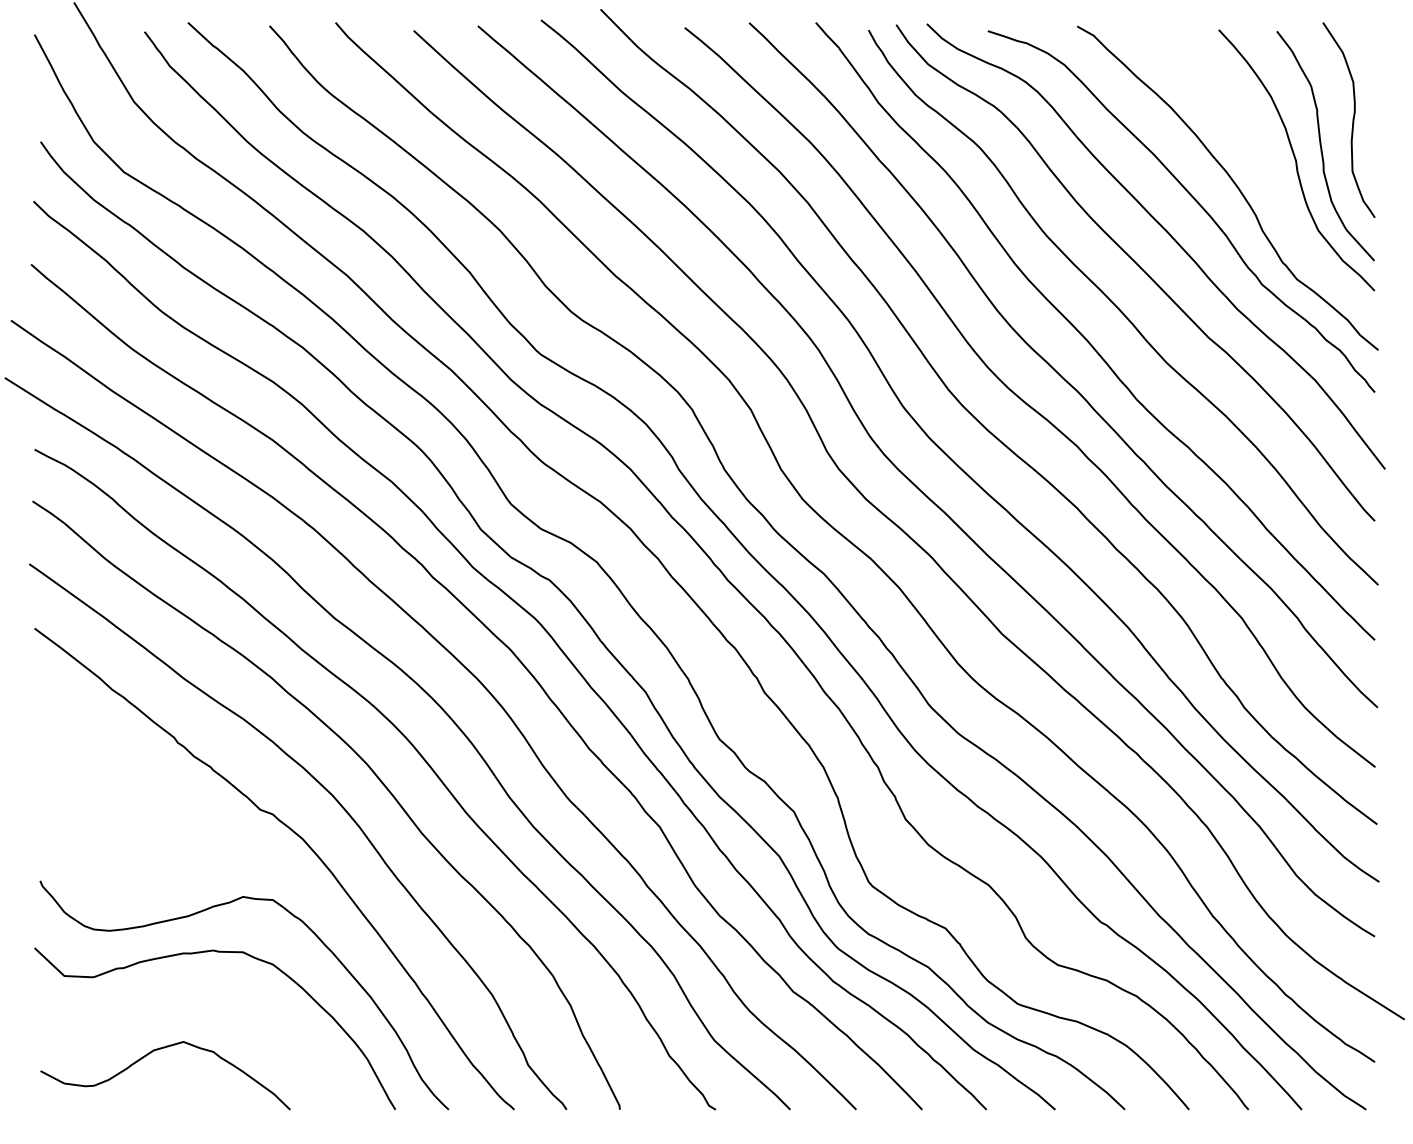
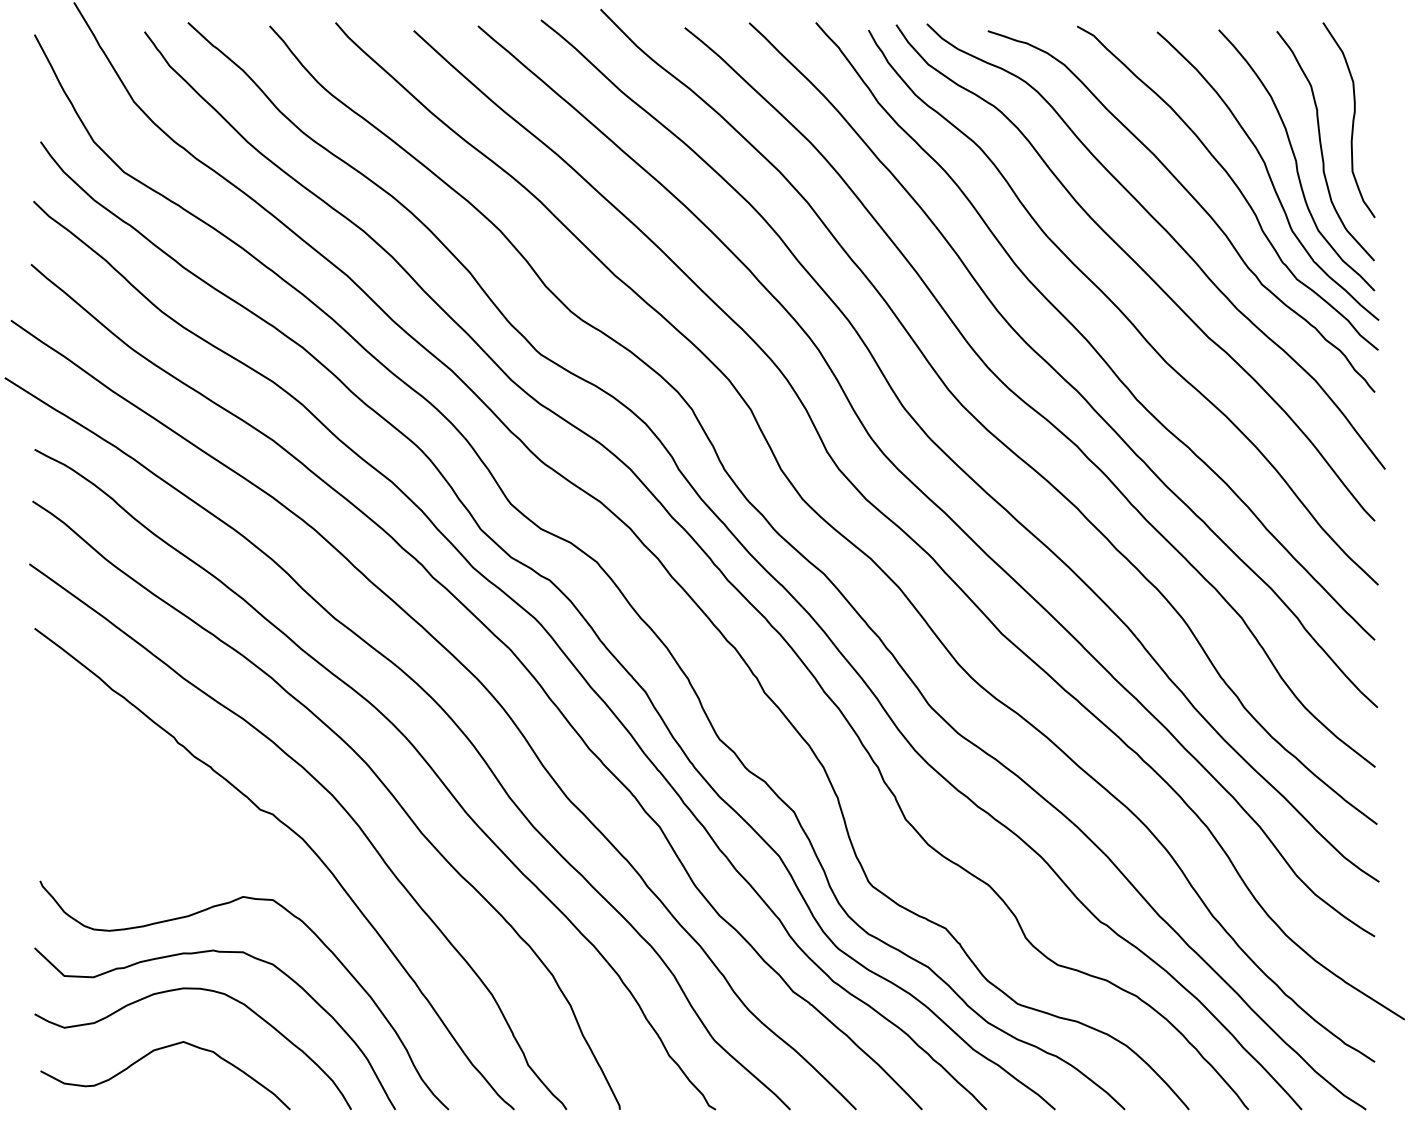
curve at (1267, 174): none -> present
curve at (192, 989): none -> present
